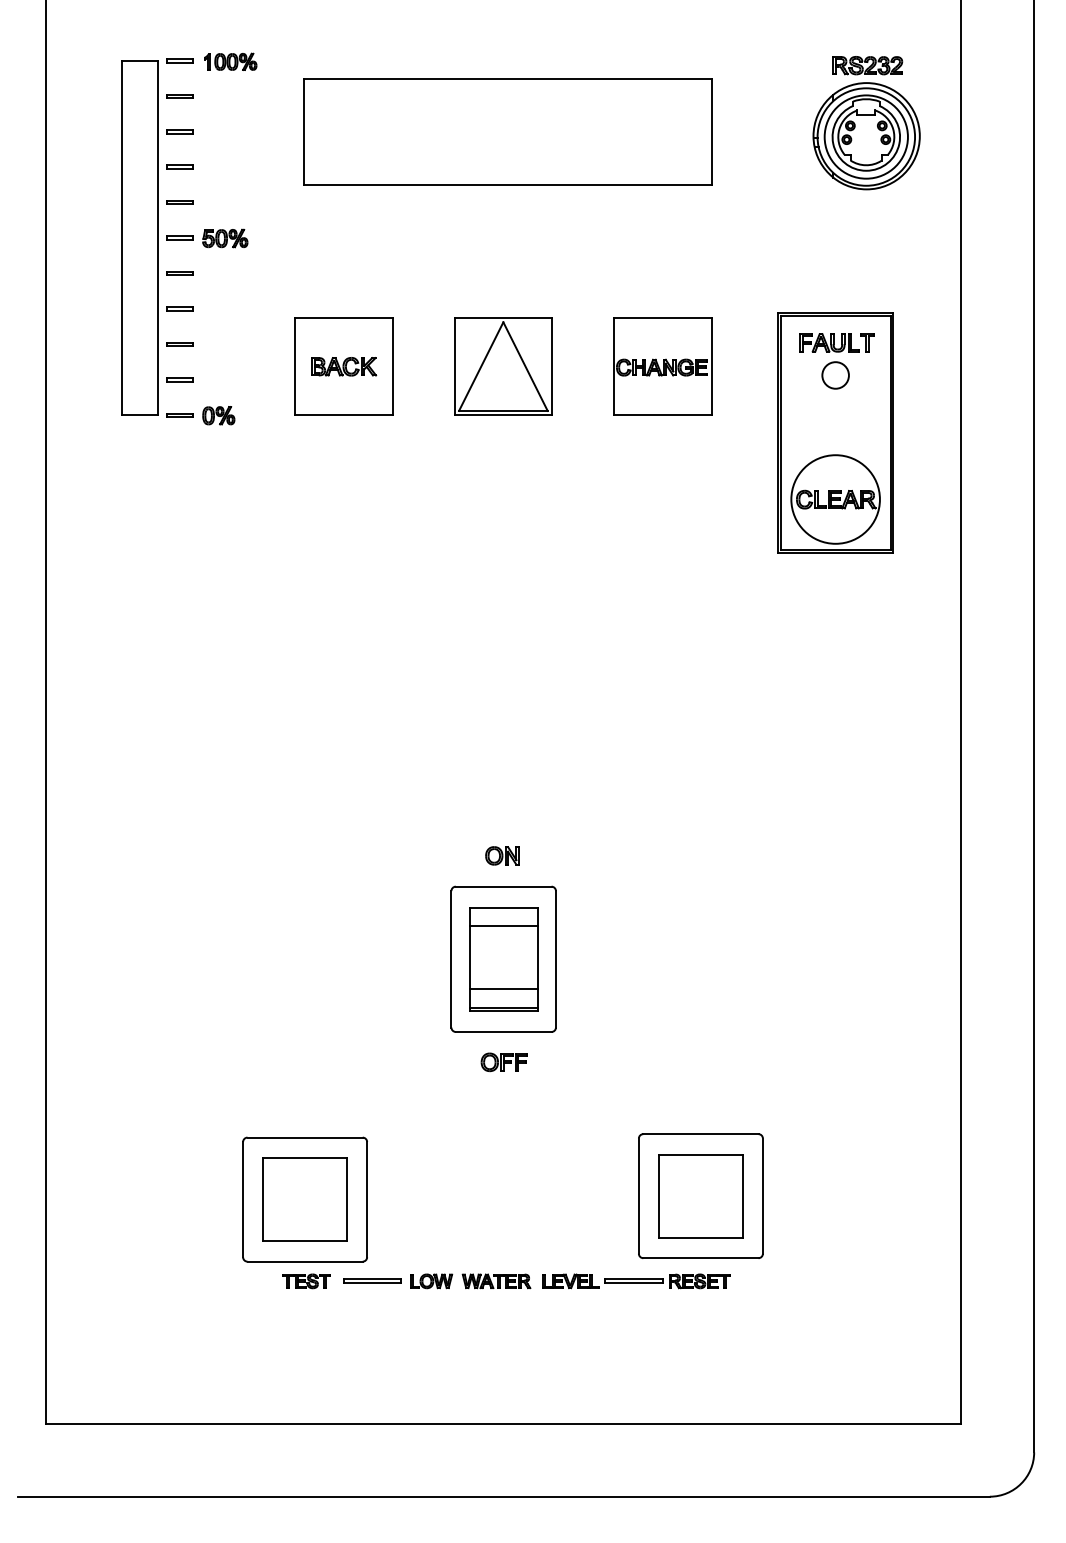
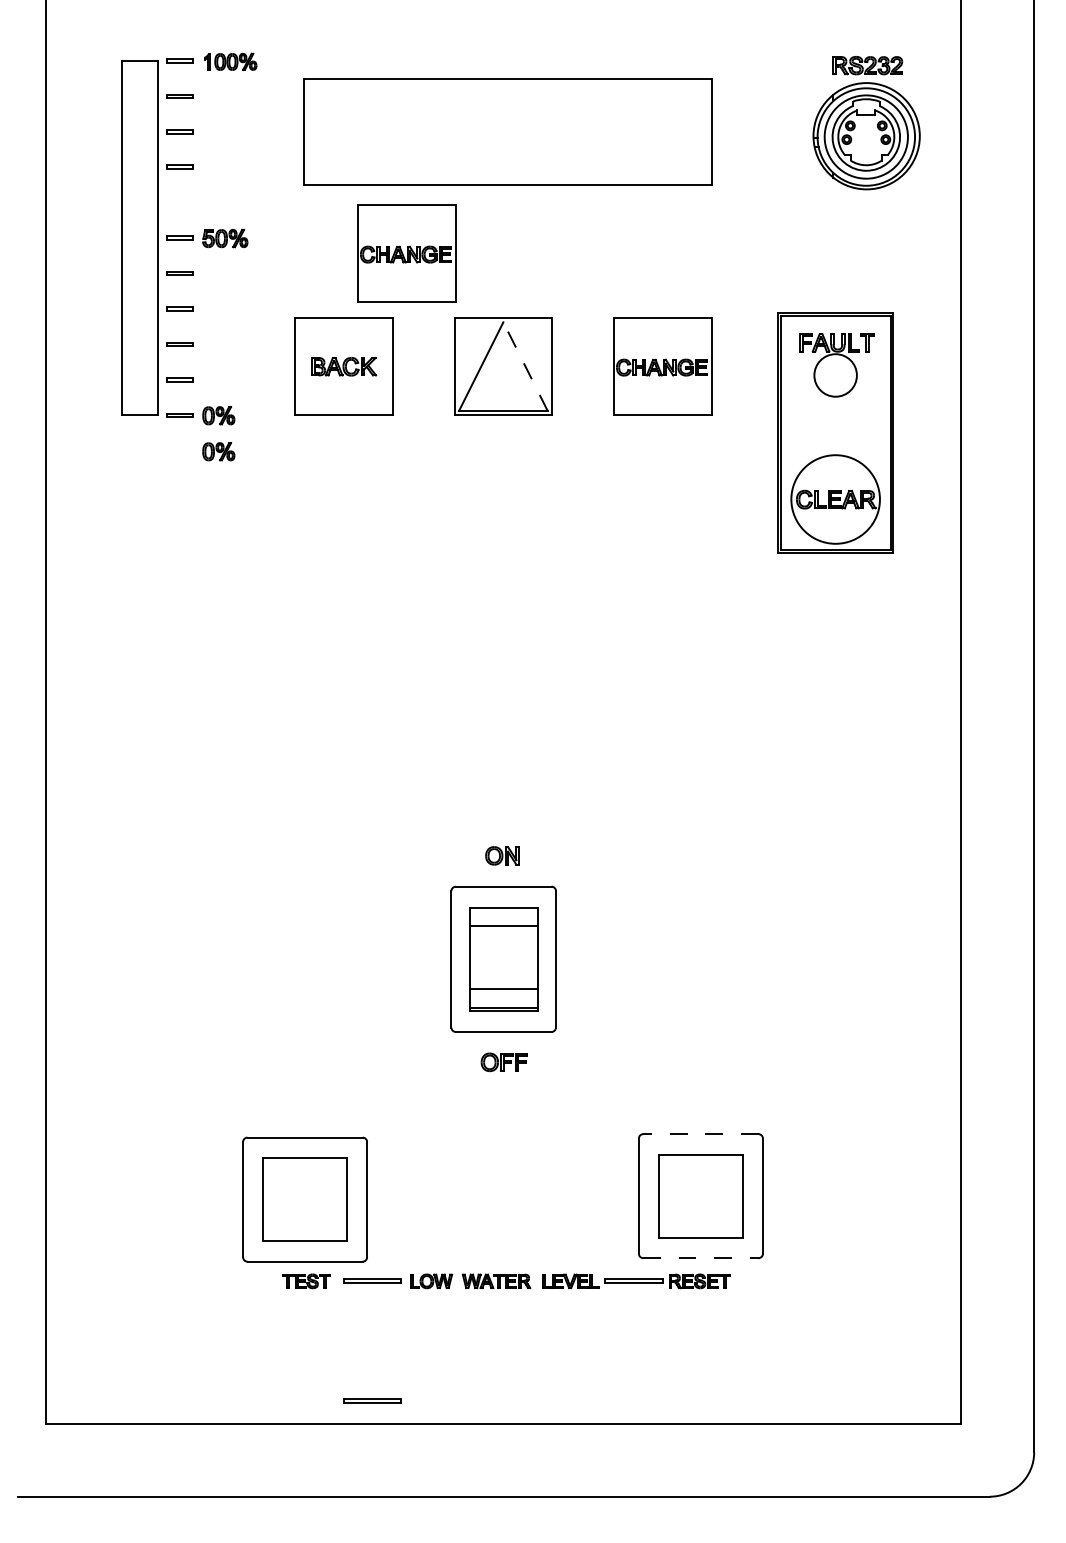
line at (179, 201): present -> none
part at (406, 253): none -> present
line at (525, 366): solid -> dashed
circle at (835, 375) diameter: 27 px -> 43 px
part at (218, 451): none -> present
line at (700, 1134): solid -> dashed
line at (700, 1258): solid -> dashed
part at (372, 1400): none -> present
